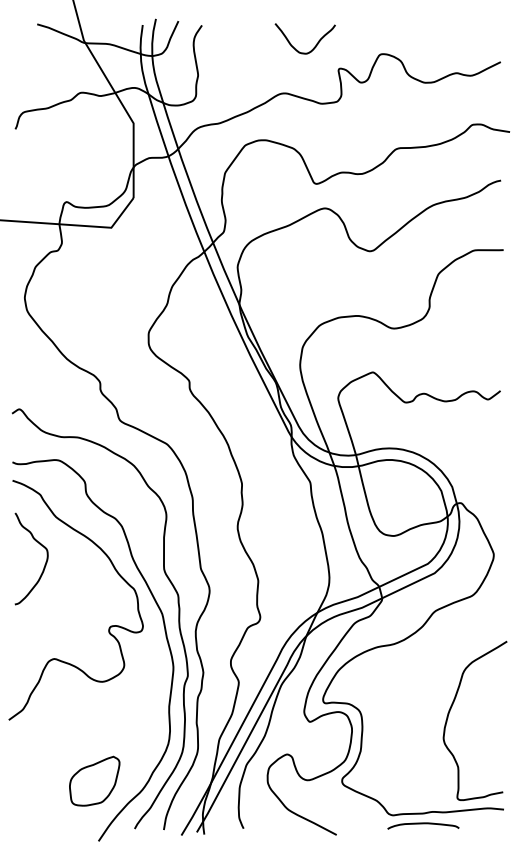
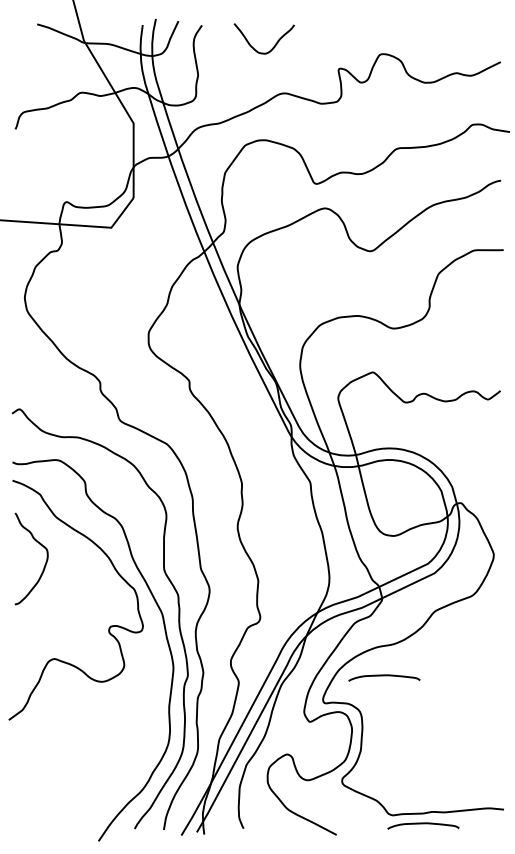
curve at (313, 47) position: (313, 47) -> (272, 47)
curve at (384, 676): none -> present
curve at (451, 709): present -> none
part at (94, 780): present -> none
